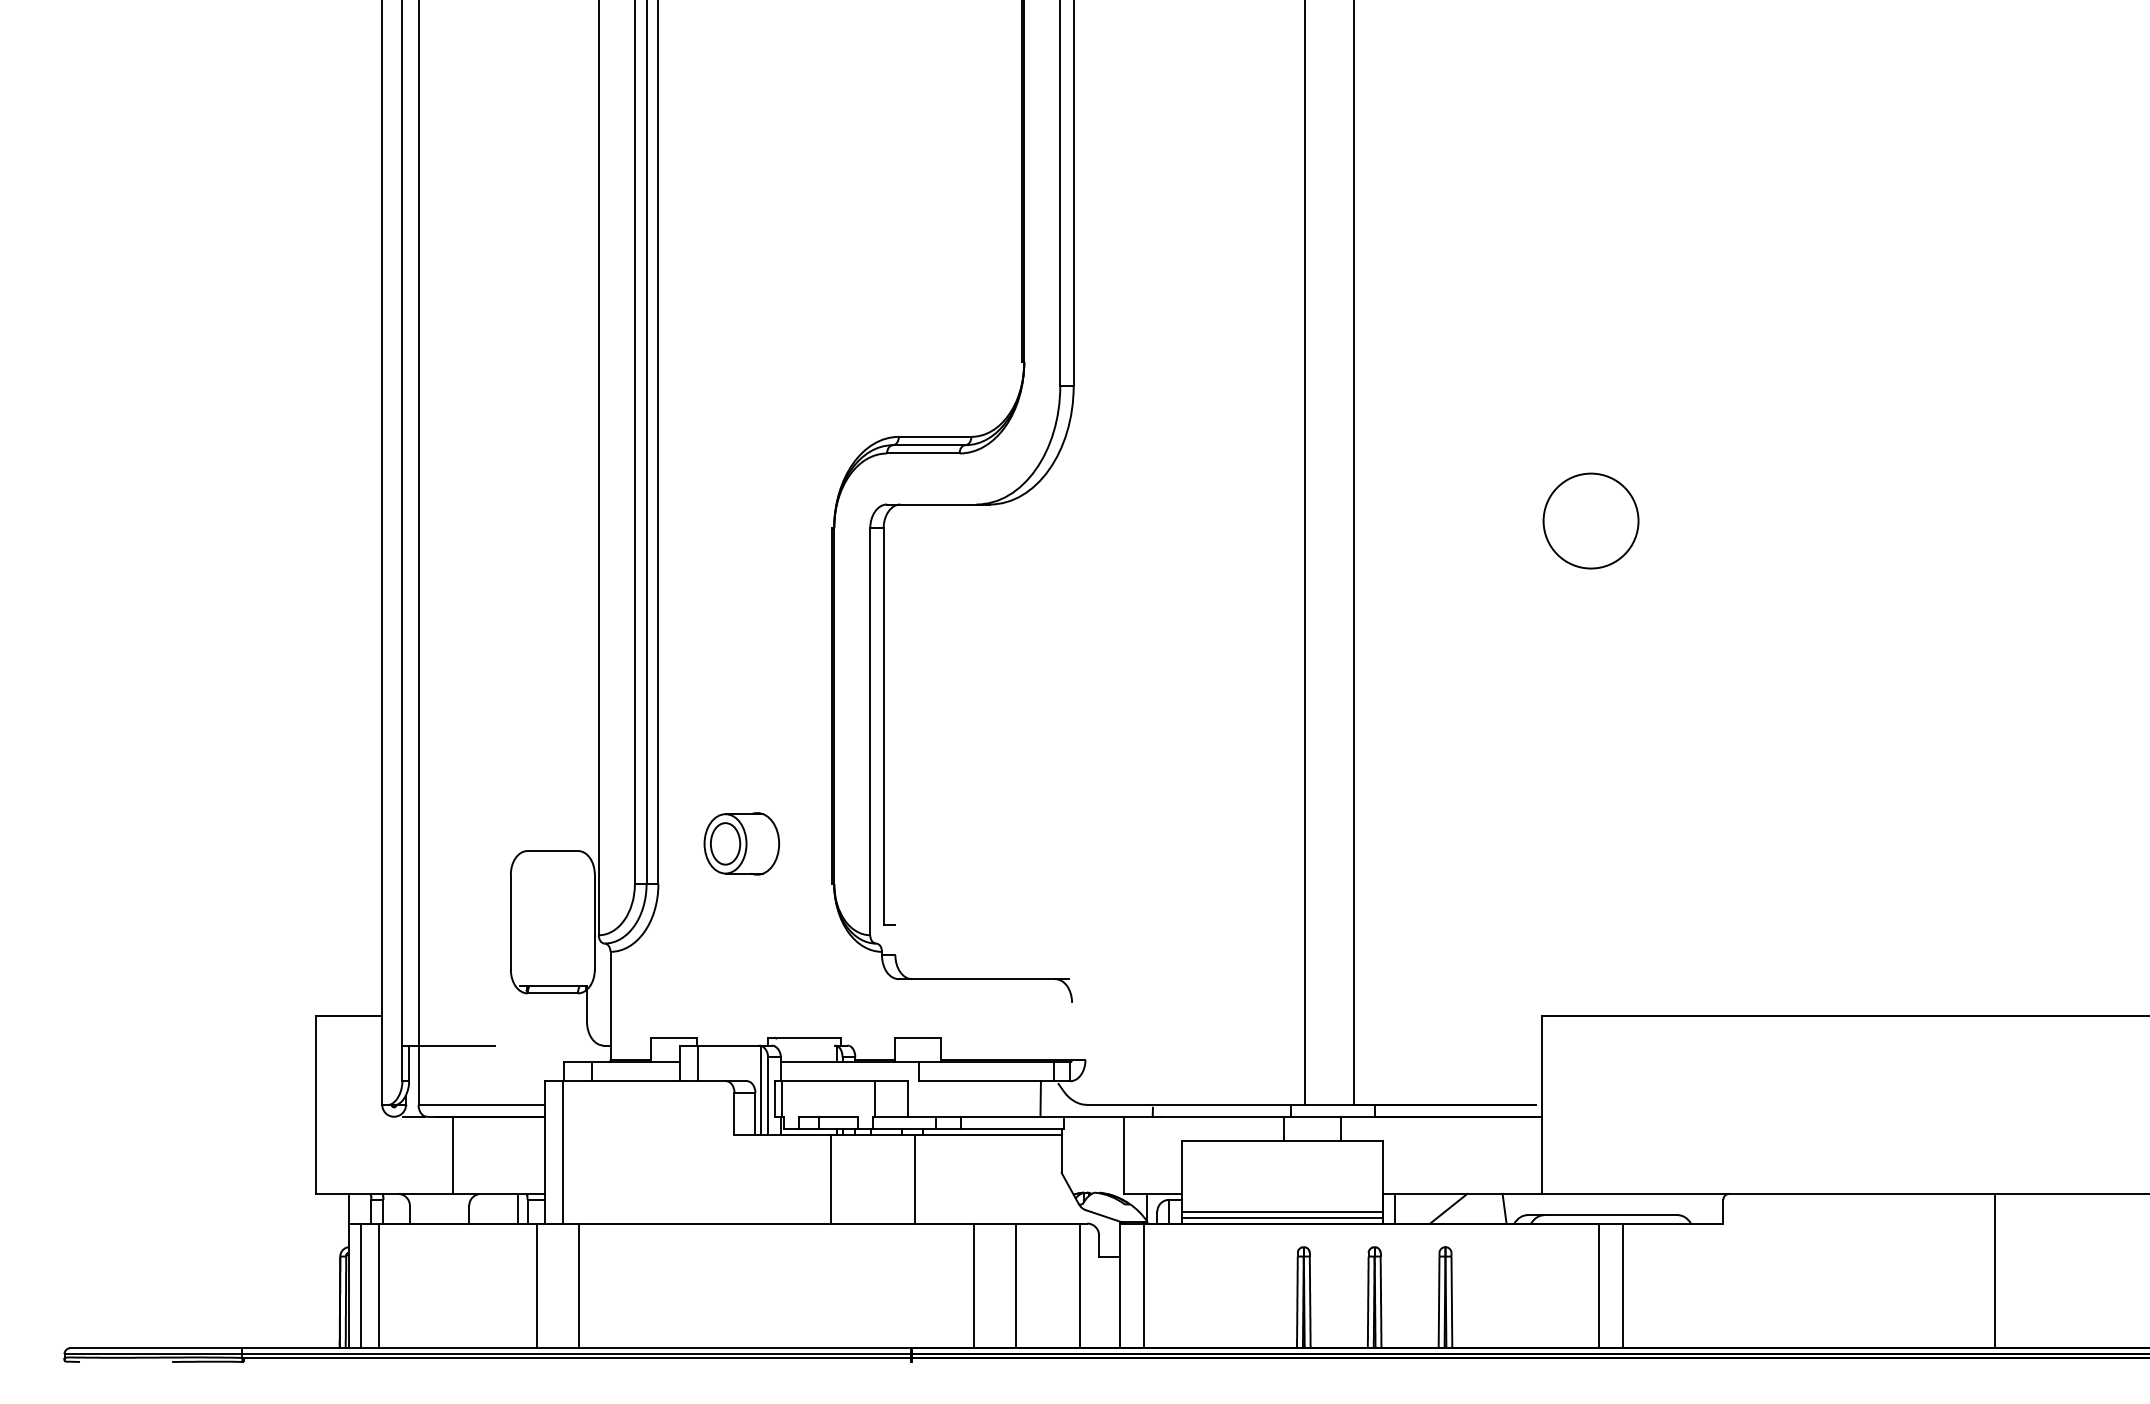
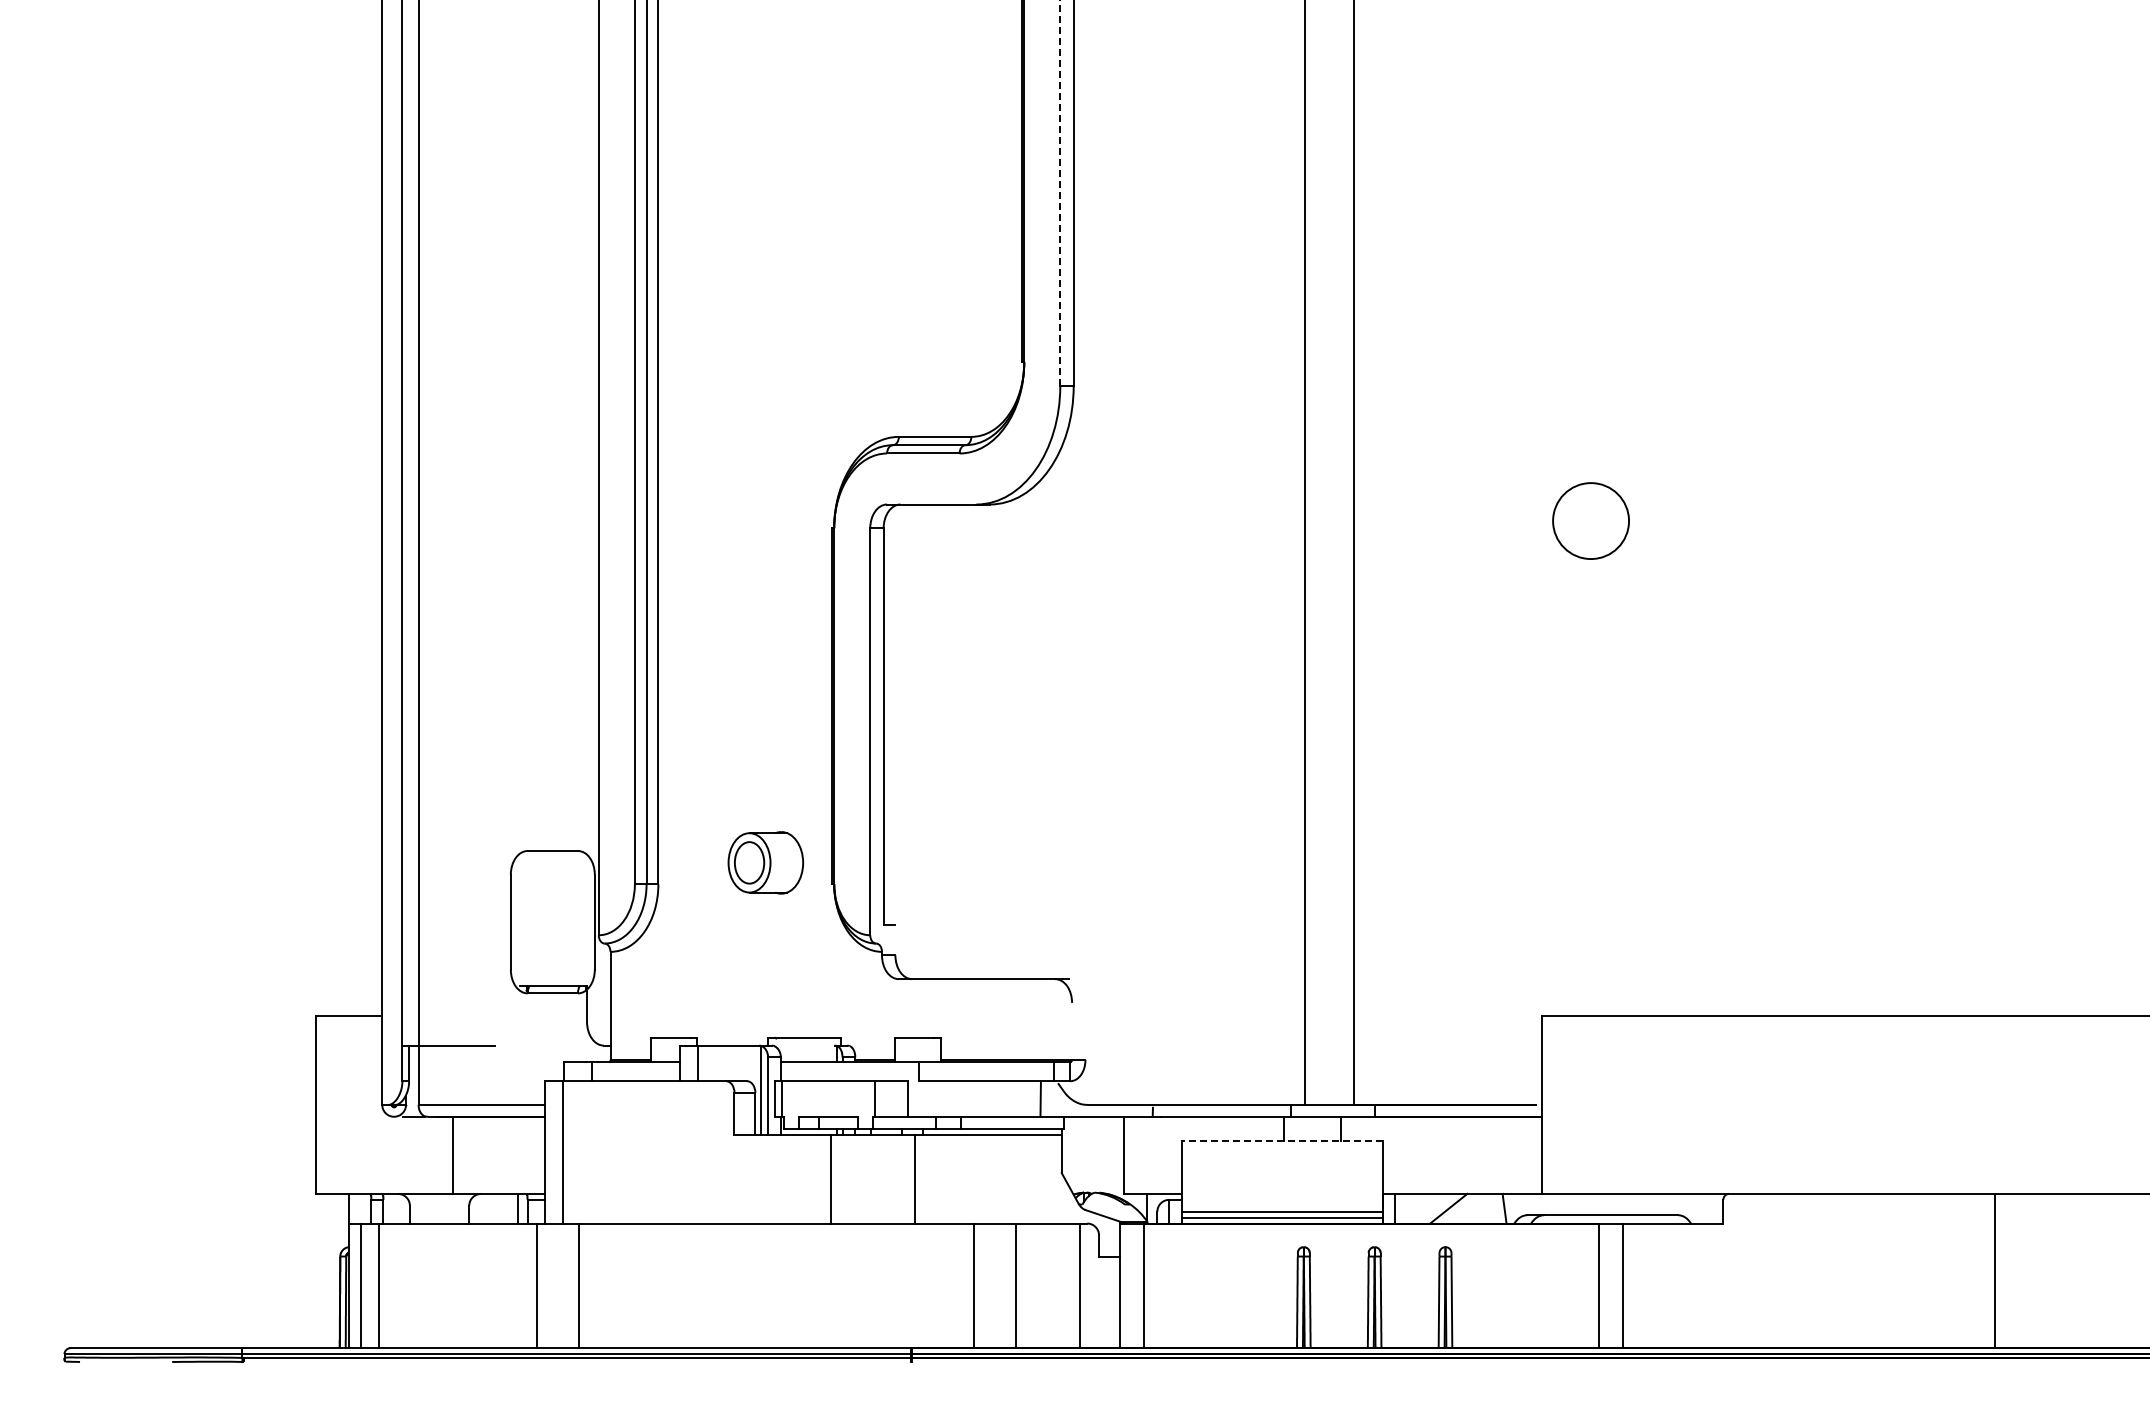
line at (1060, 193): solid -> dashed
circle at (1590, 520) diameter: 95 px -> 76 px
part at (741, 843) position: (741, 843) -> (765, 862)
line at (1282, 1140): solid -> dashed
